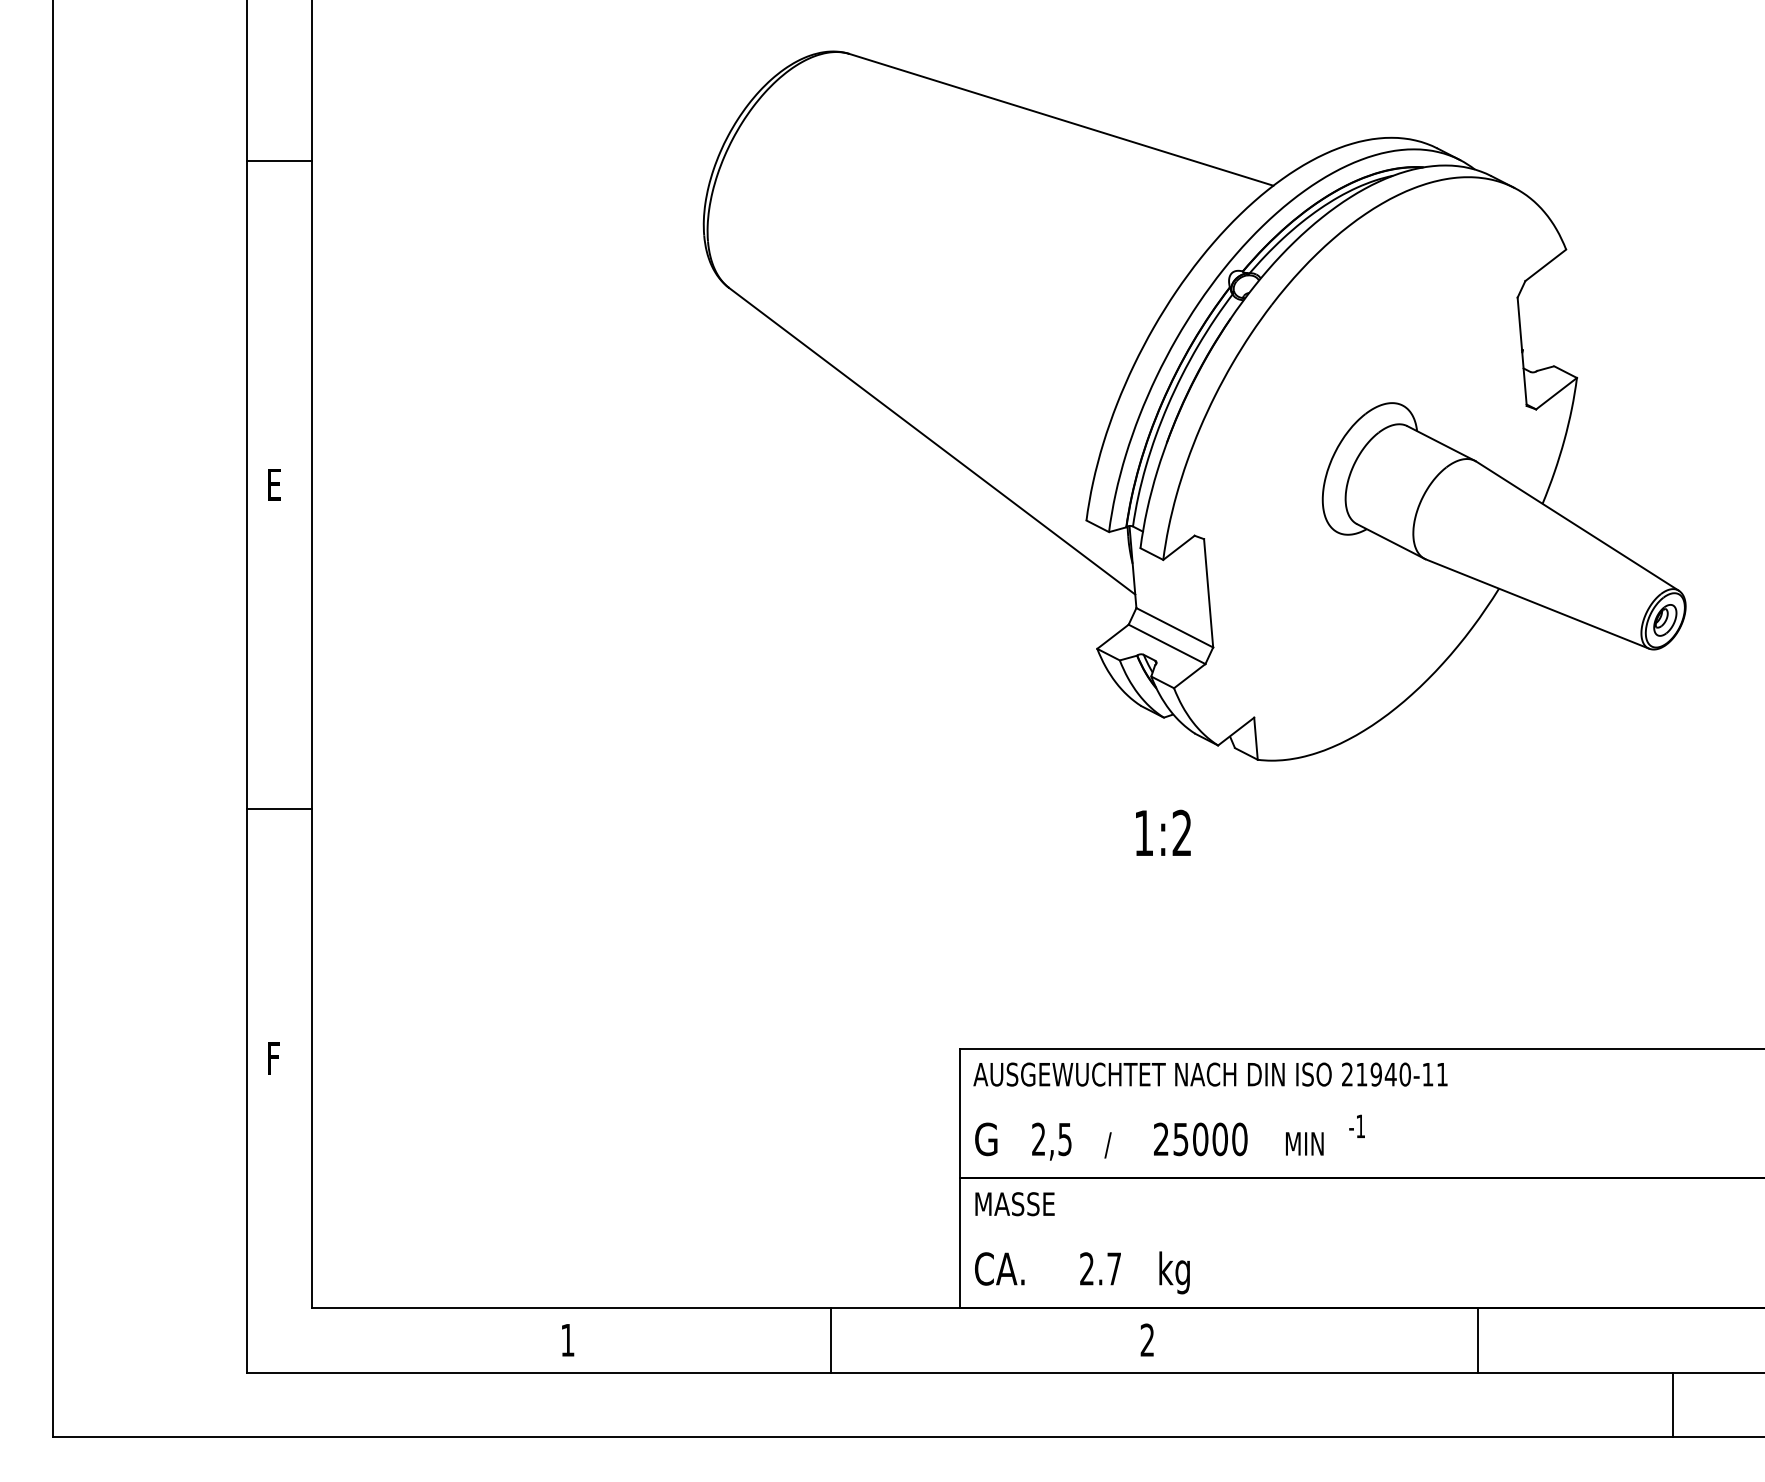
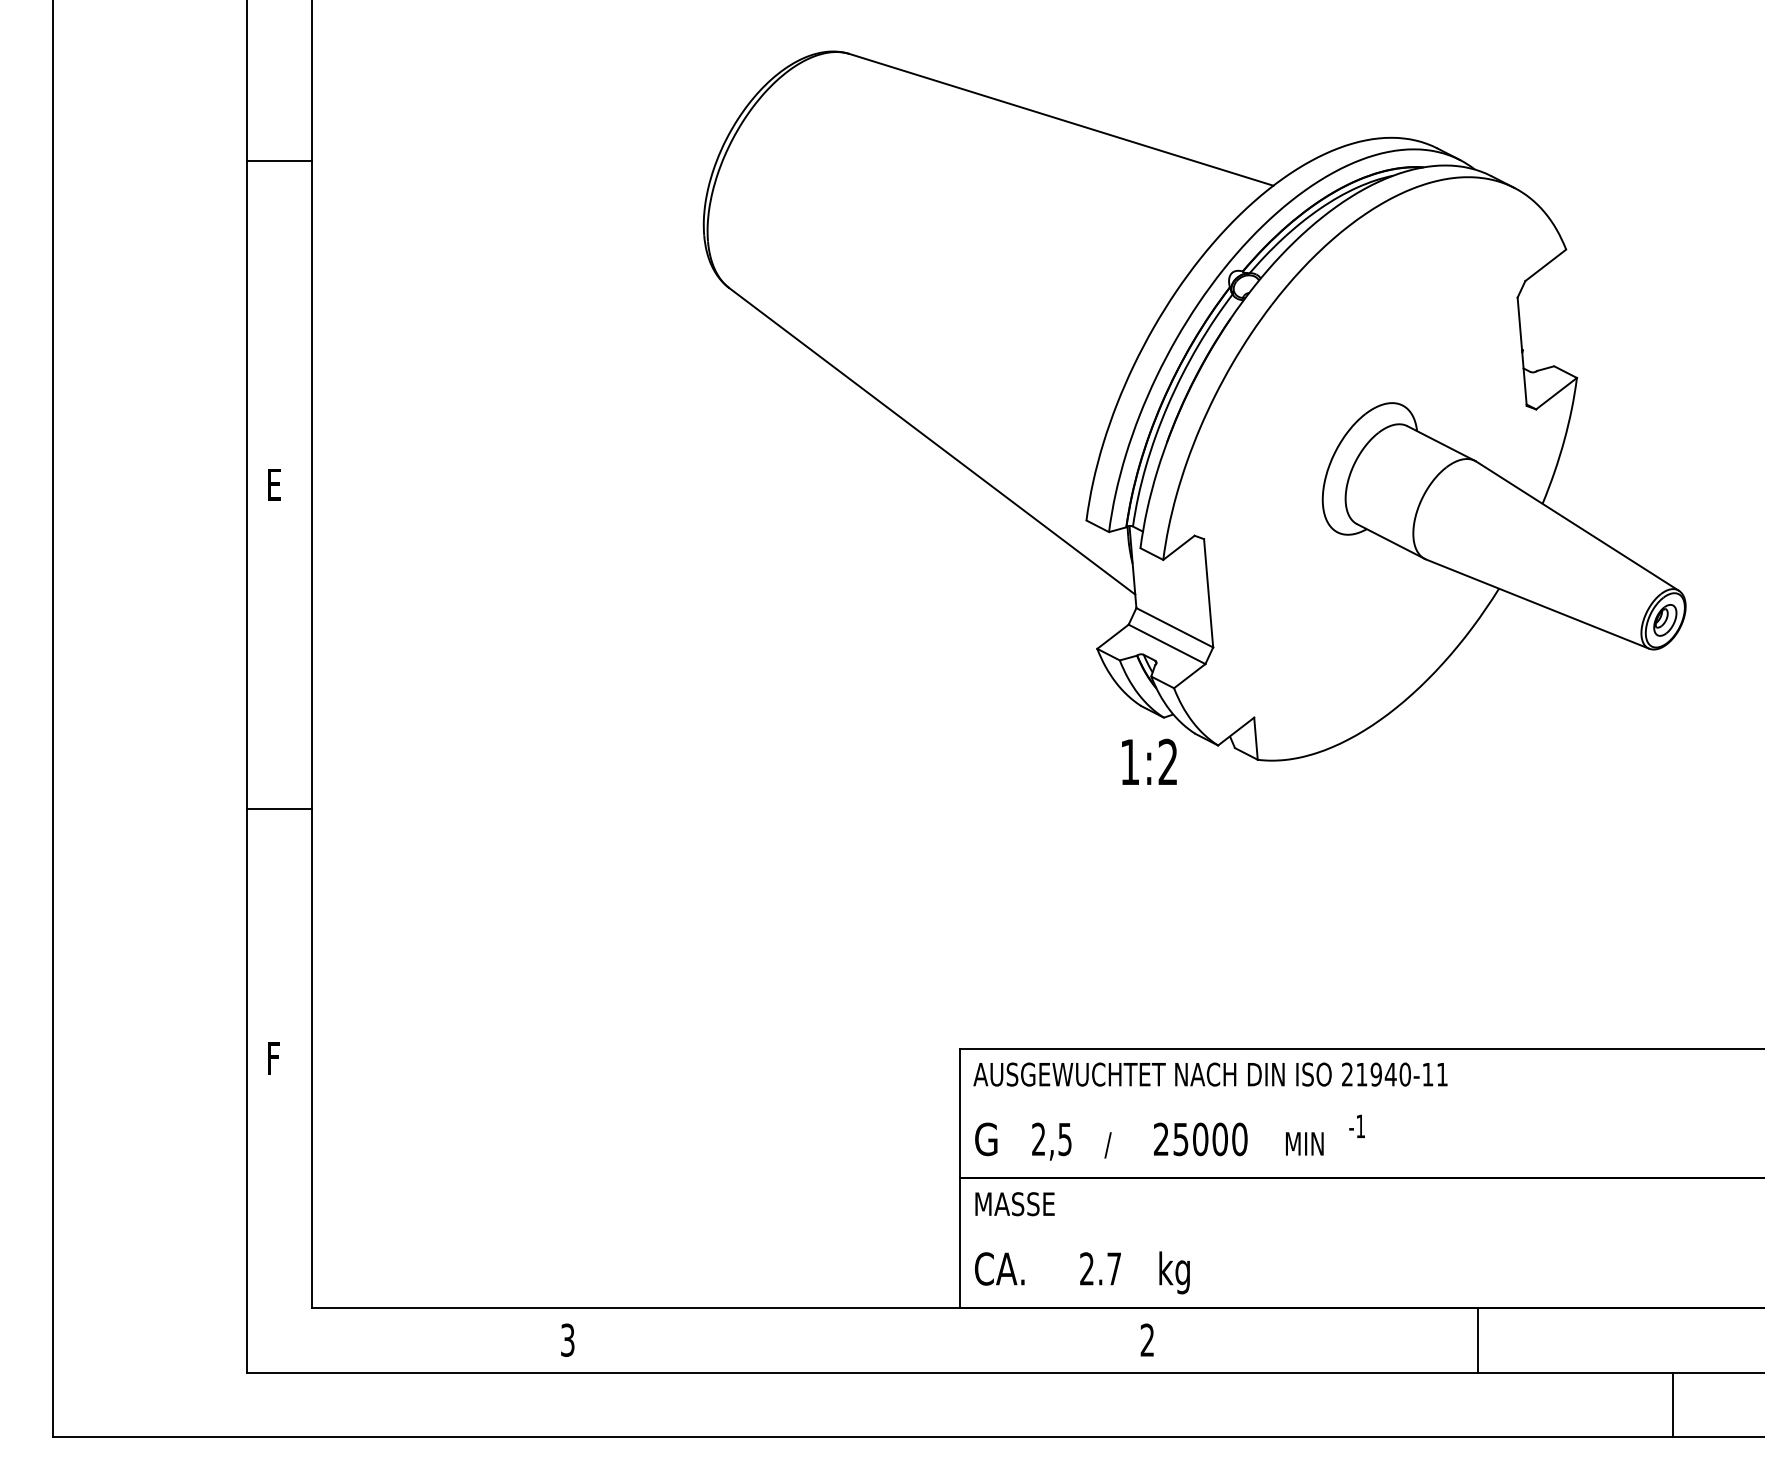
text at (1163, 832) position: (1163, 832) -> (1149, 761)
text at (567, 1339): 1 -> 3
line at (830, 1339): present -> none
